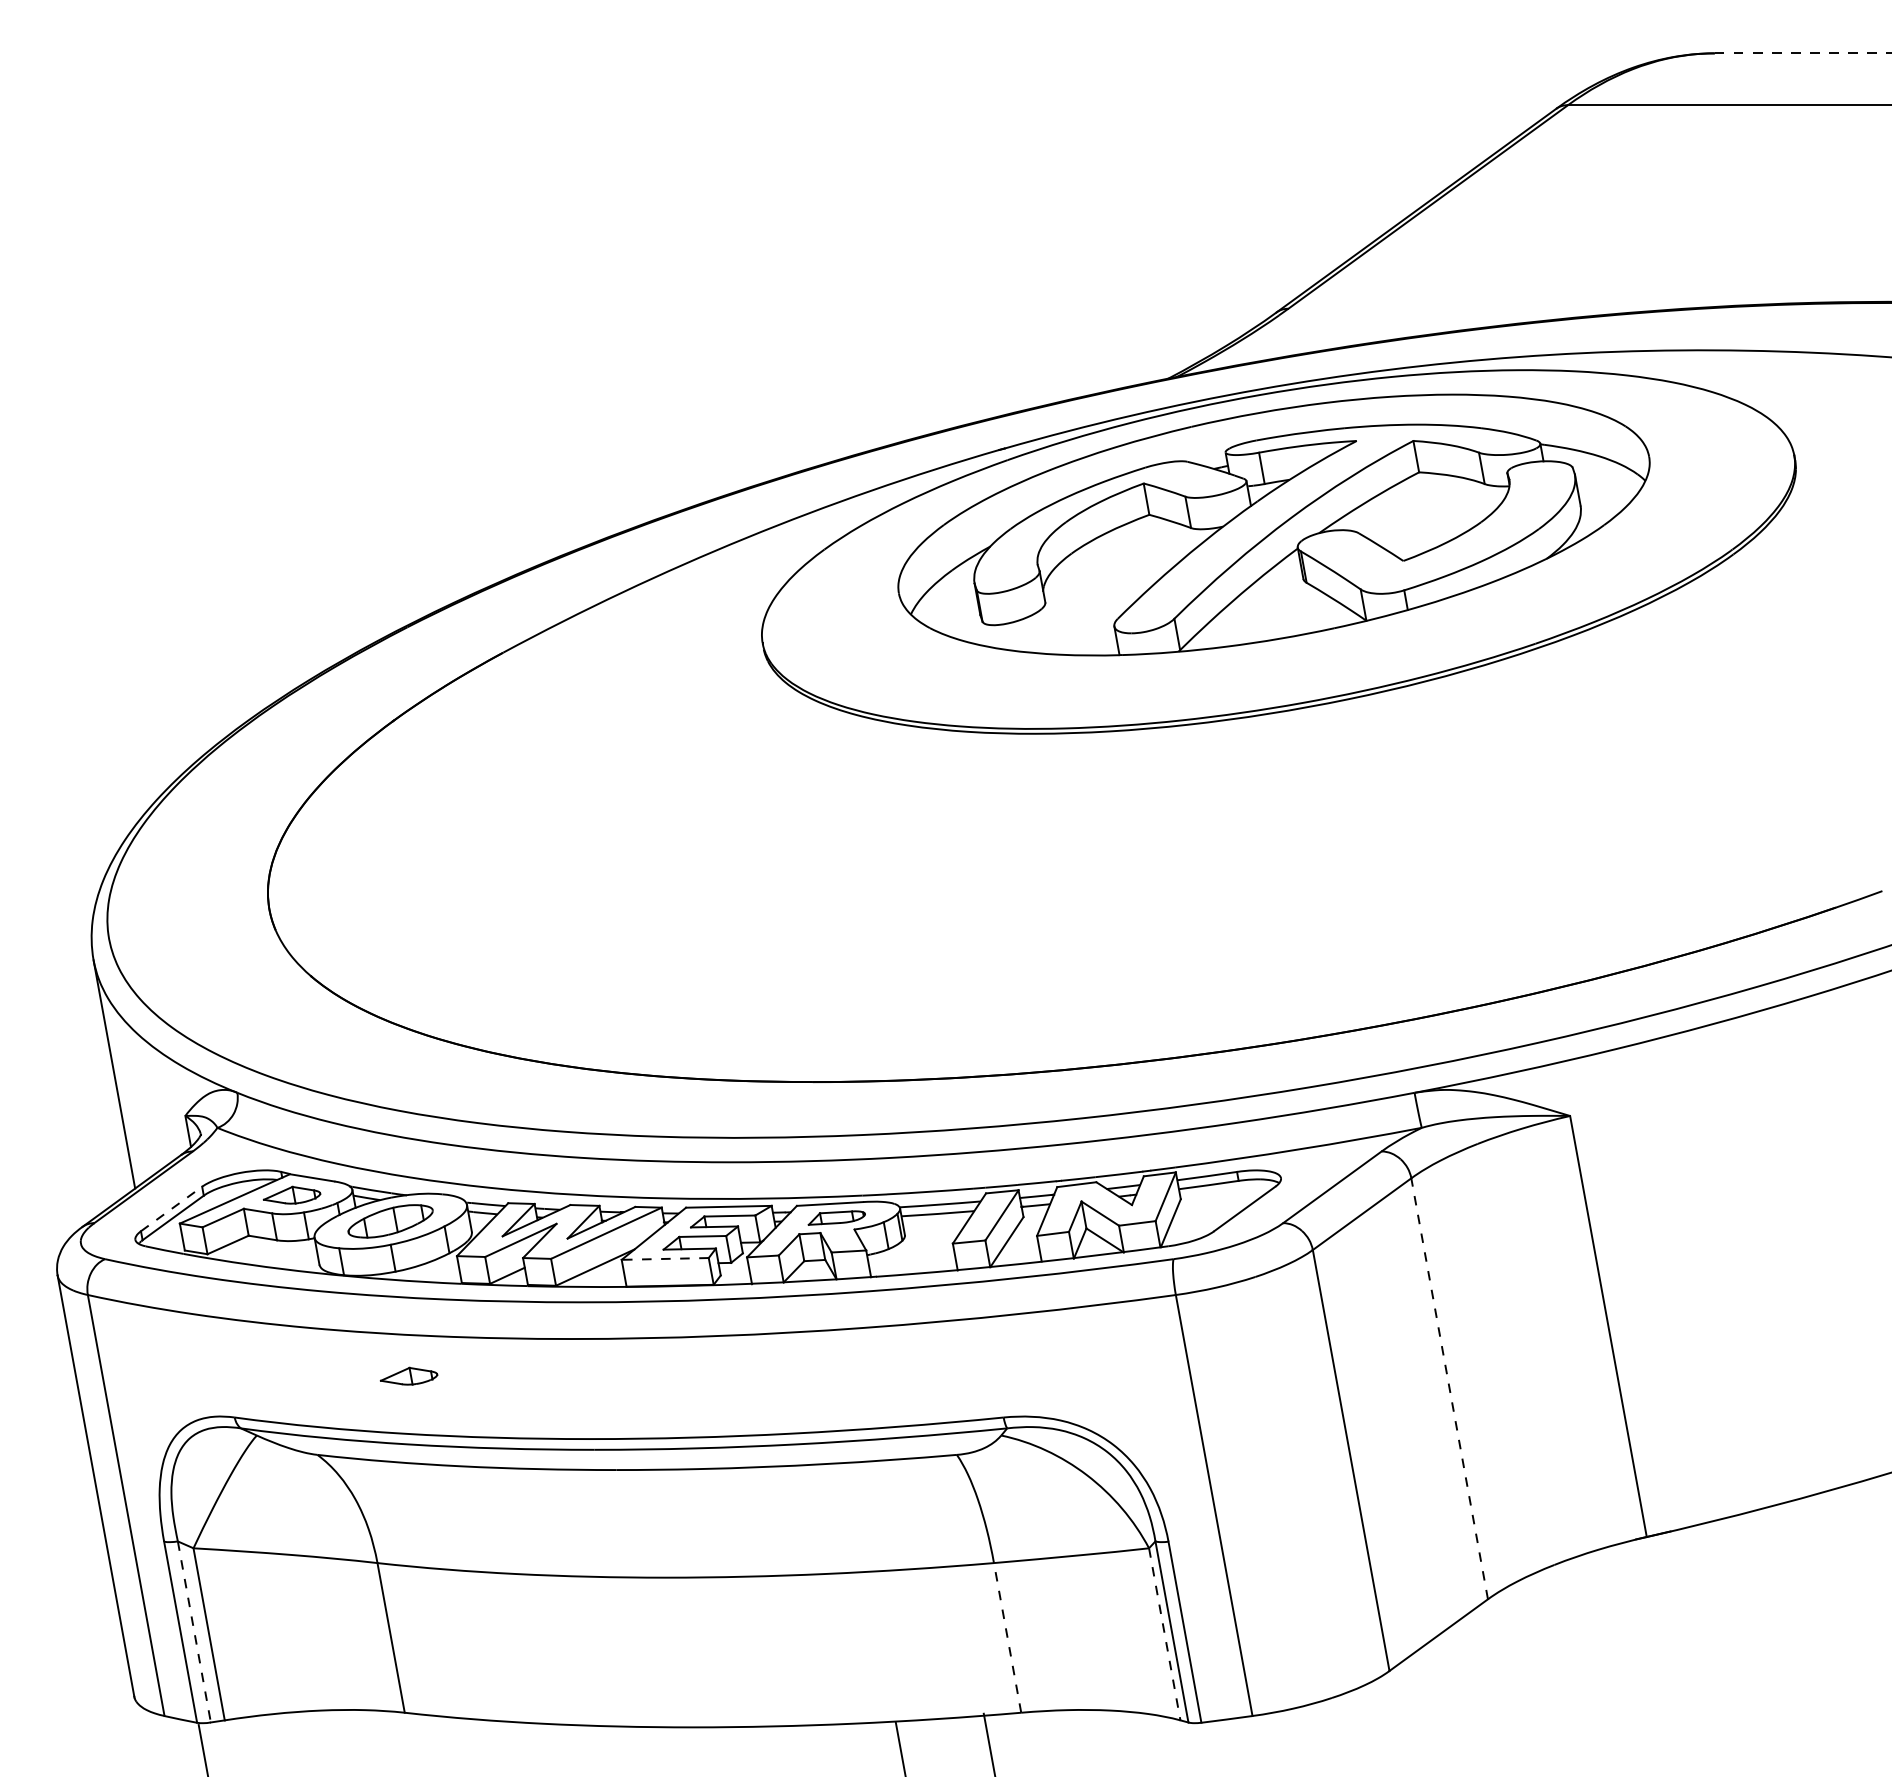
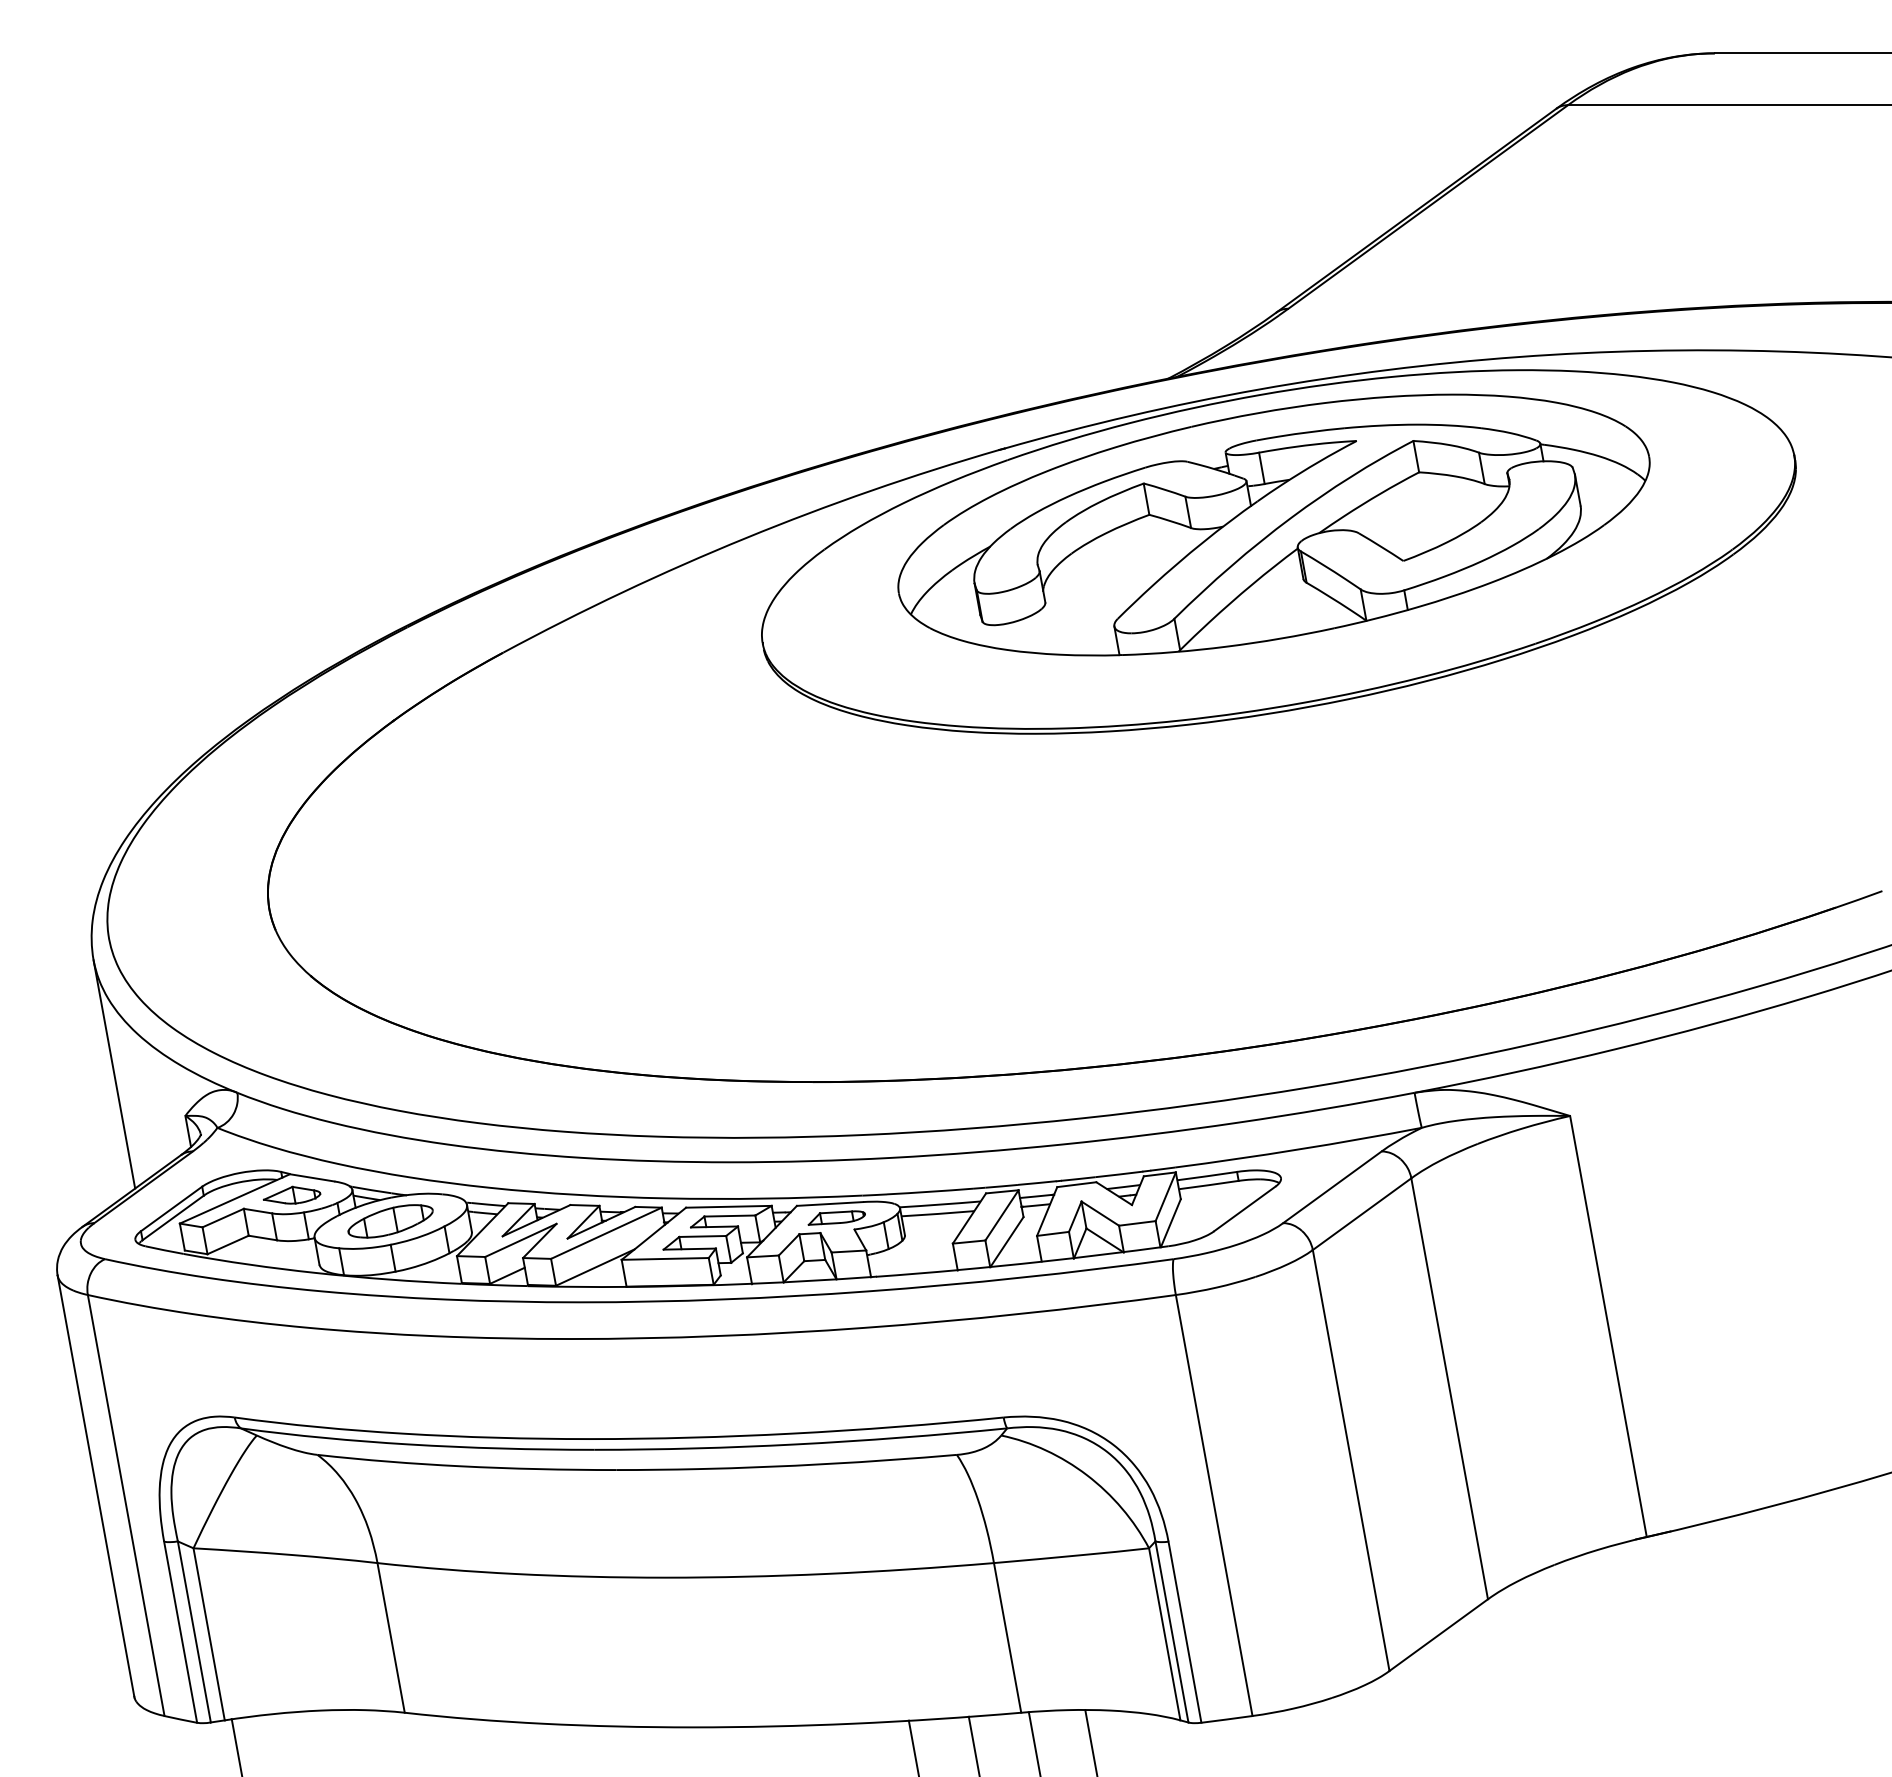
line at (1803, 53): dashed -> solid
line at (171, 1208): dashed -> solid
line at (665, 1258): dashed -> solid
part at (408, 1375): present -> none
line at (1449, 1388): dashed -> solid
line at (194, 1632): dashed -> solid
line at (1164, 1634): dashed -> solid
line at (1007, 1637): dashed -> solid
line at (1090, 1741): none -> present
line at (1033, 1742): none -> present
line at (988, 1743) position: (988, 1743) -> (973, 1744)
line at (900, 1747) position: (900, 1747) -> (913, 1746)
line at (202, 1749) position: (202, 1749) -> (236, 1746)
